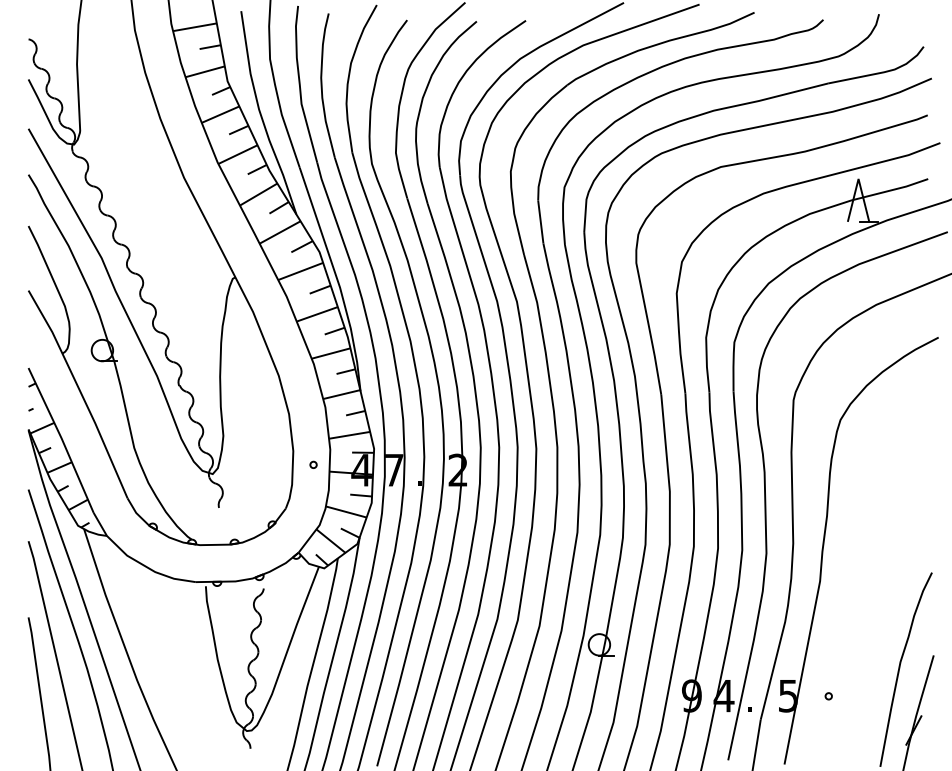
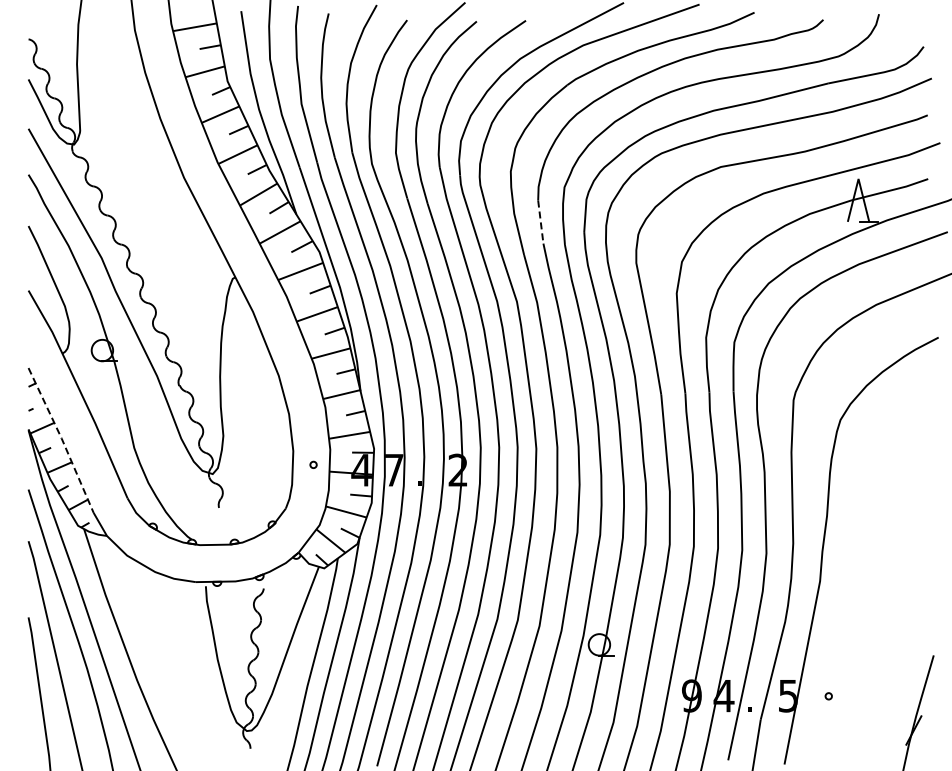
line at (540, 222): solid -> dashed
line at (62, 439): solid -> dashed
curve at (900, 668): present -> none
